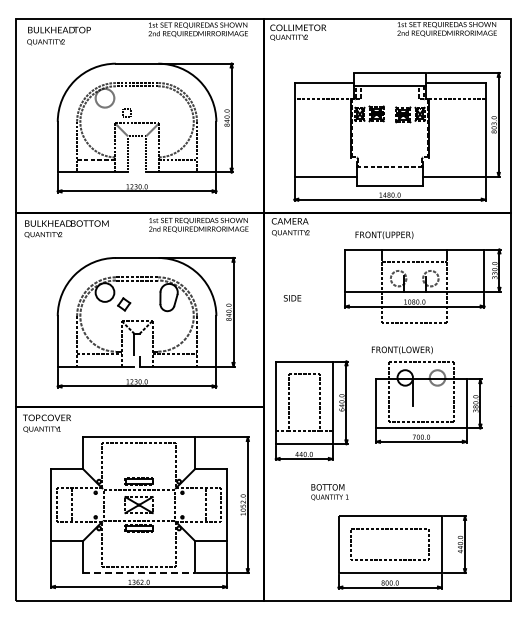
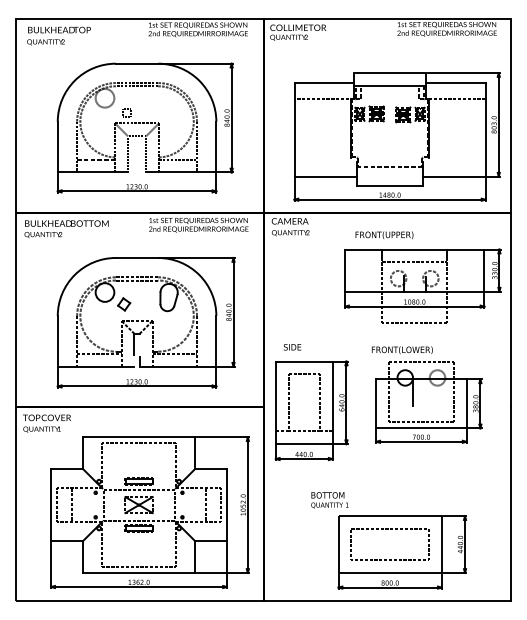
text at (292, 298) position: (292, 298) -> (292, 347)
text at (329, 492) position: (329, 492) -> (329, 500)
line at (139, 572): dashed -> solid
